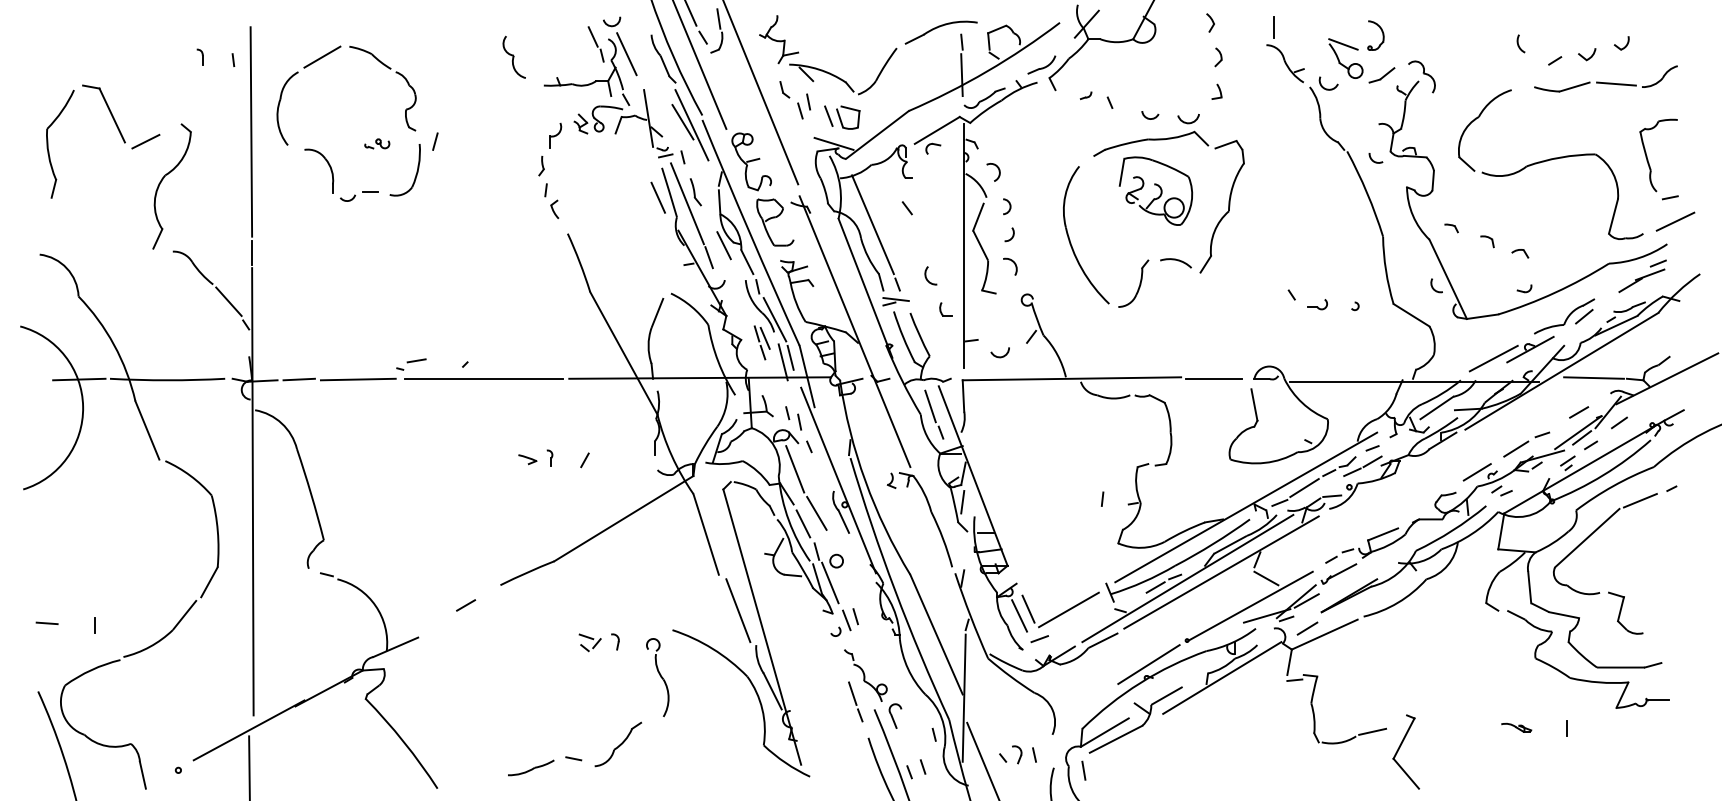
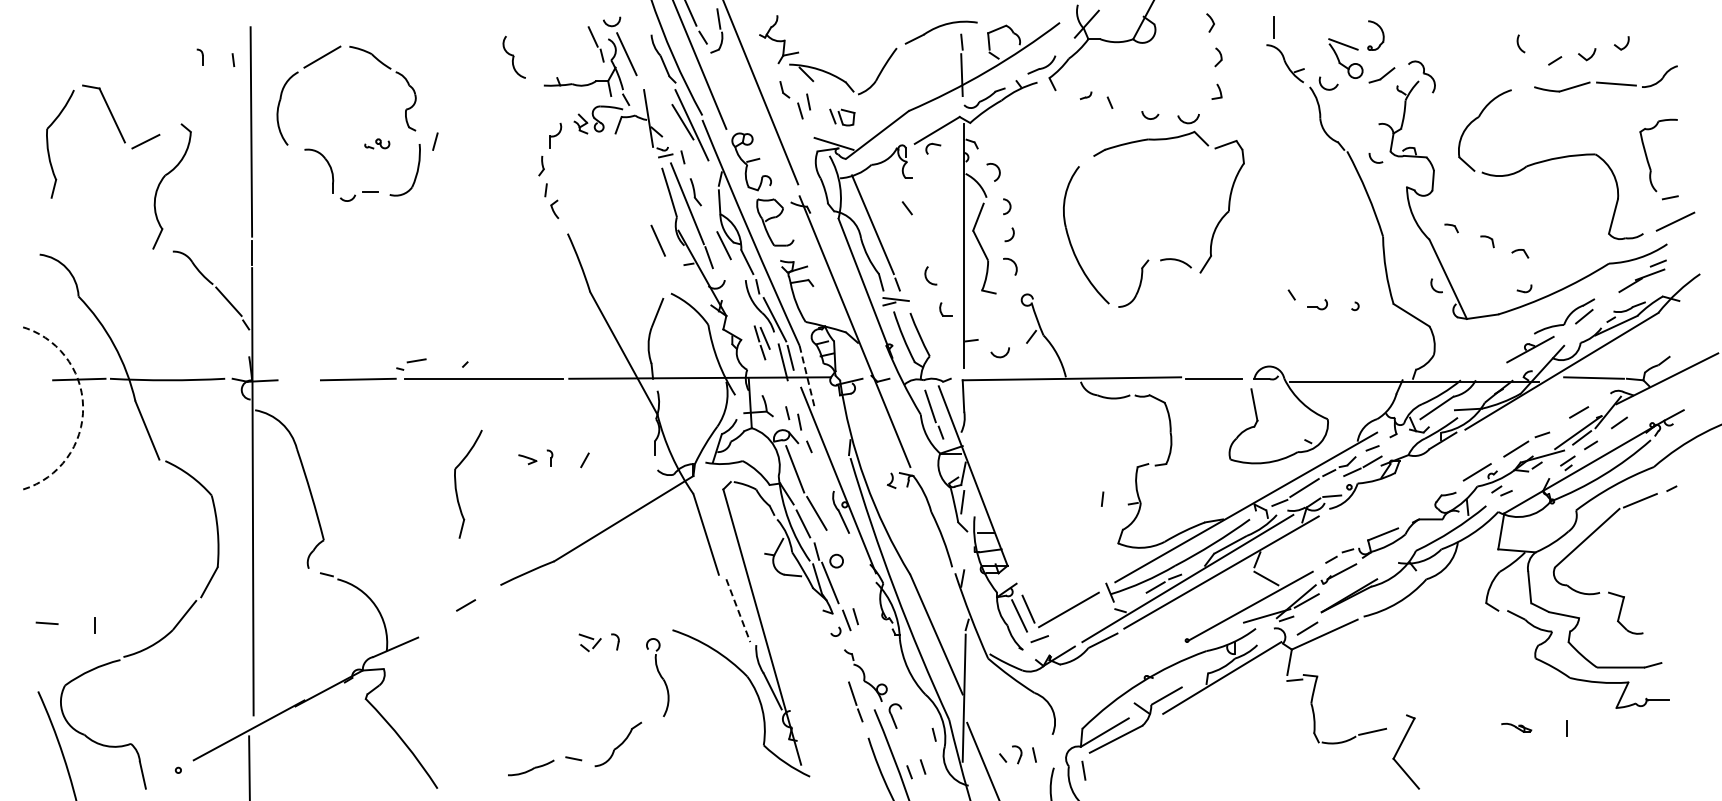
part at (842, 117) size: 37x25 px -> 27x19 px
part at (1155, 190): present -> none
line at (657, 197) position: (657, 197) -> (657, 240)
line at (1493, 358): present -> none
line at (807, 376): solid -> dashed
line at (298, 379): present -> none
arc at (83, 406): solid -> dashed
part at (456, 483): none -> present
line at (738, 610): solid -> dashed
line at (1148, 664): present -> none
